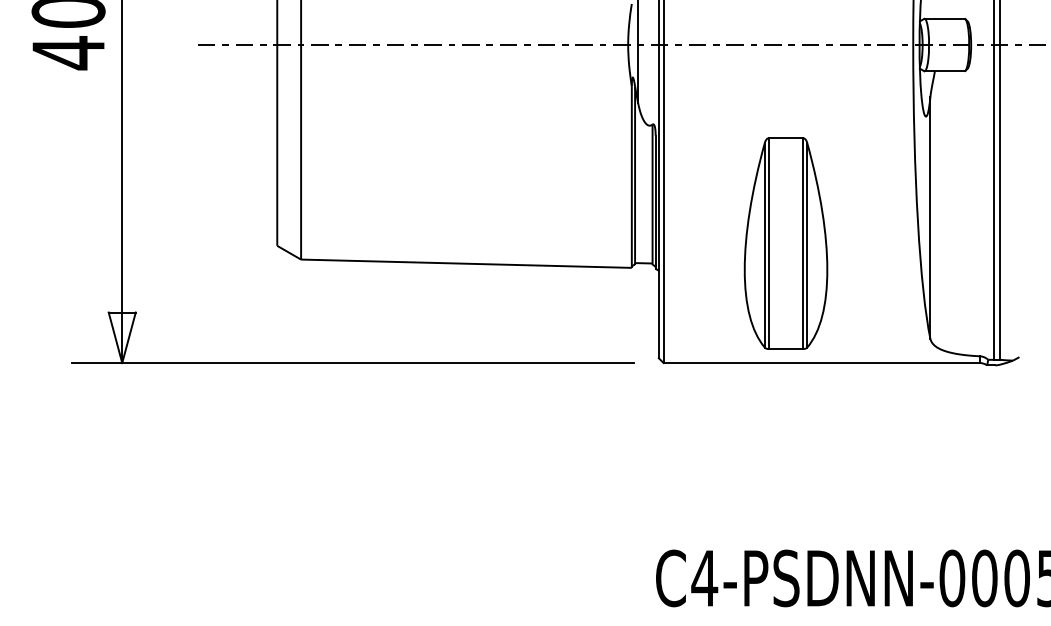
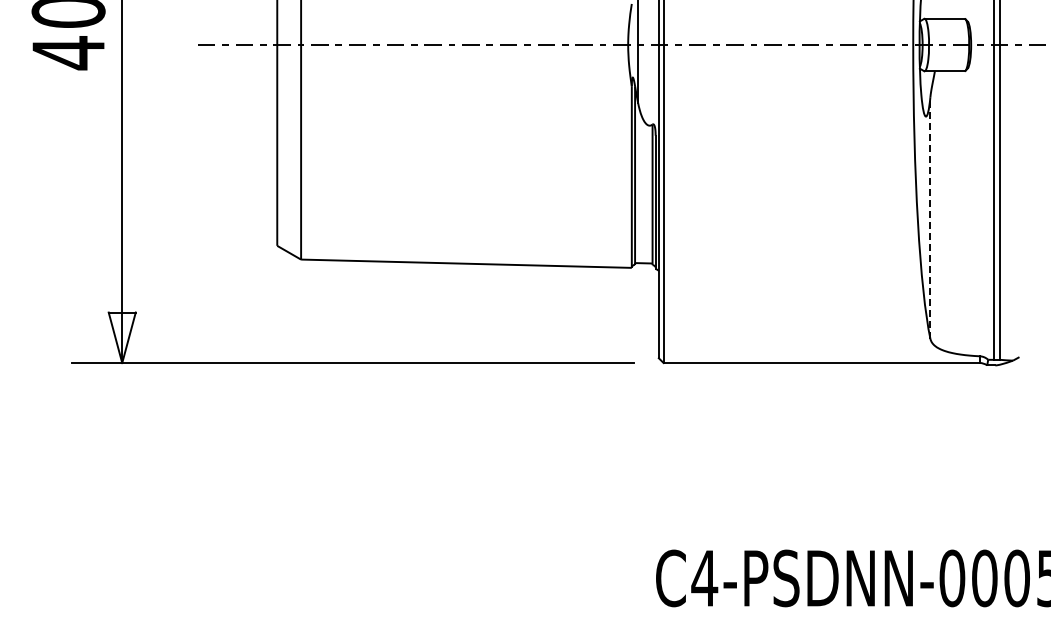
line at (930, 218): solid -> dashed
part at (785, 243): present -> none
